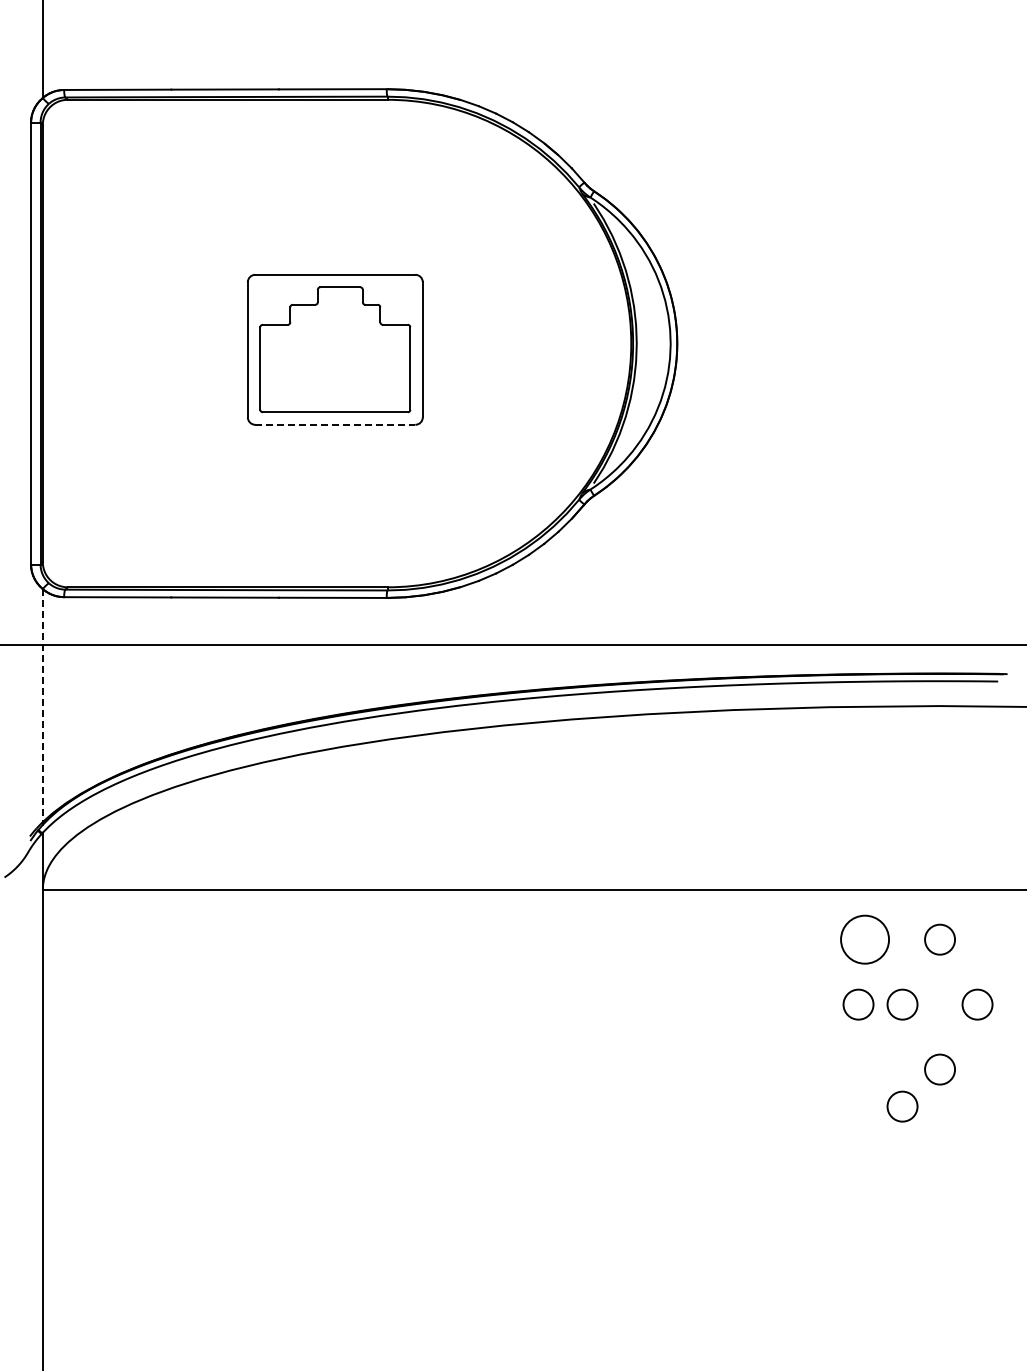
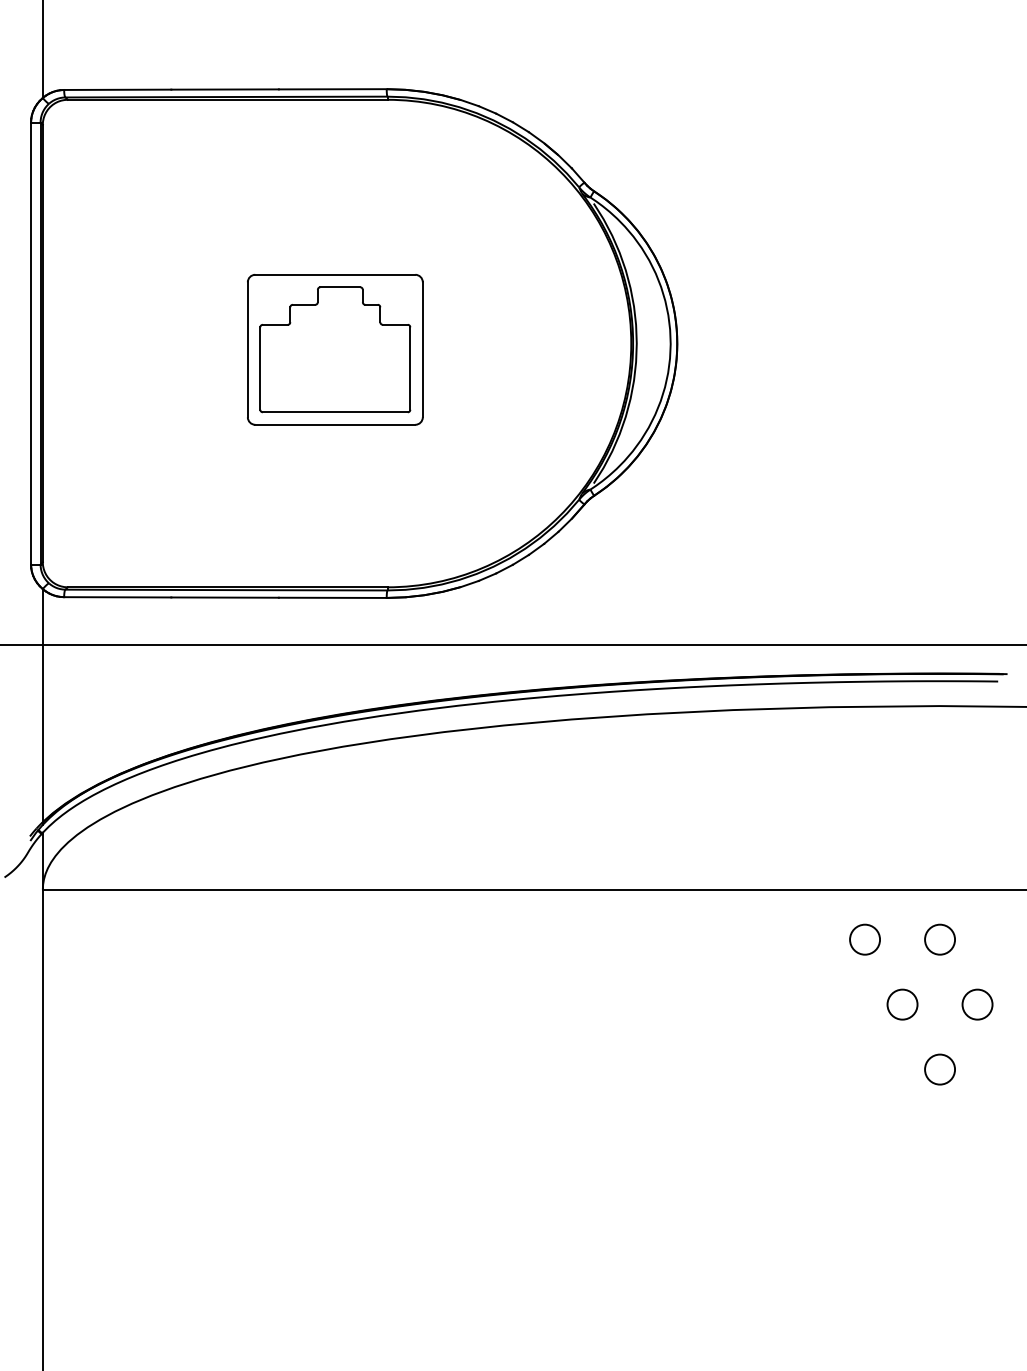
line at (335, 424): dashed -> solid
line at (42, 705): dashed -> solid
circle at (865, 939) diameter: 48 px -> 30 px
circle at (858, 1004): present -> none
circle at (902, 1106): present -> none
